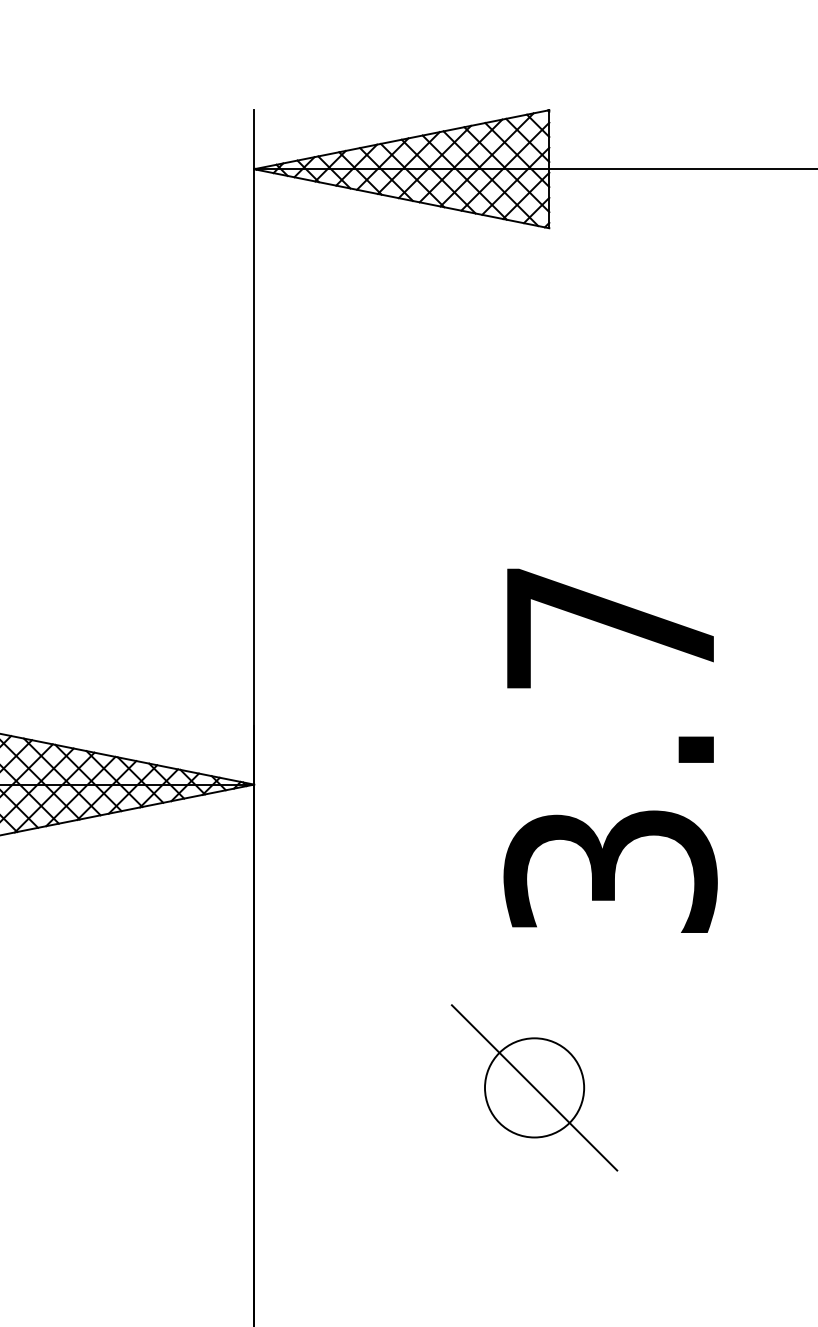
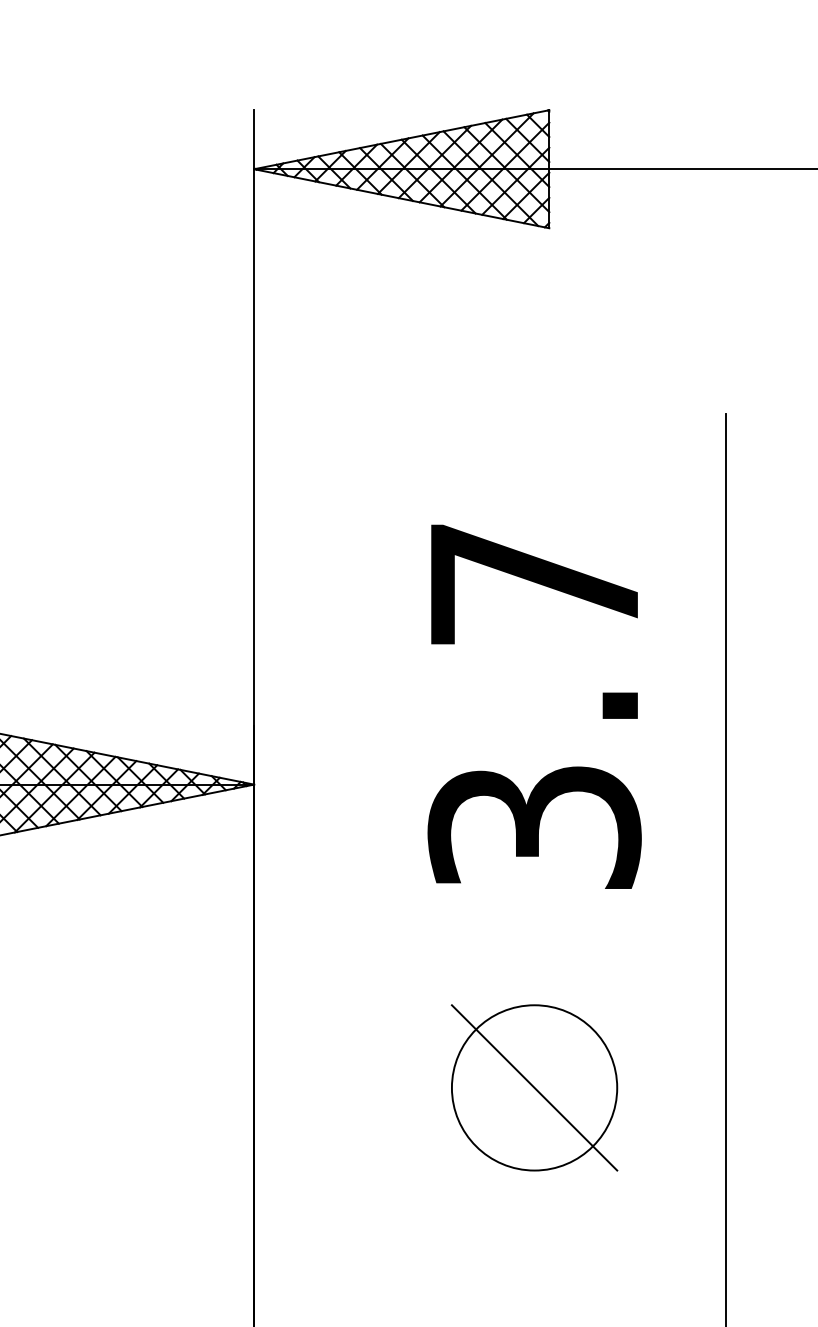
text at (610, 750) position: (610, 750) -> (534, 706)
line at (726, 868): none -> present
circle at (534, 1087) diameter: 99 px -> 165 px
